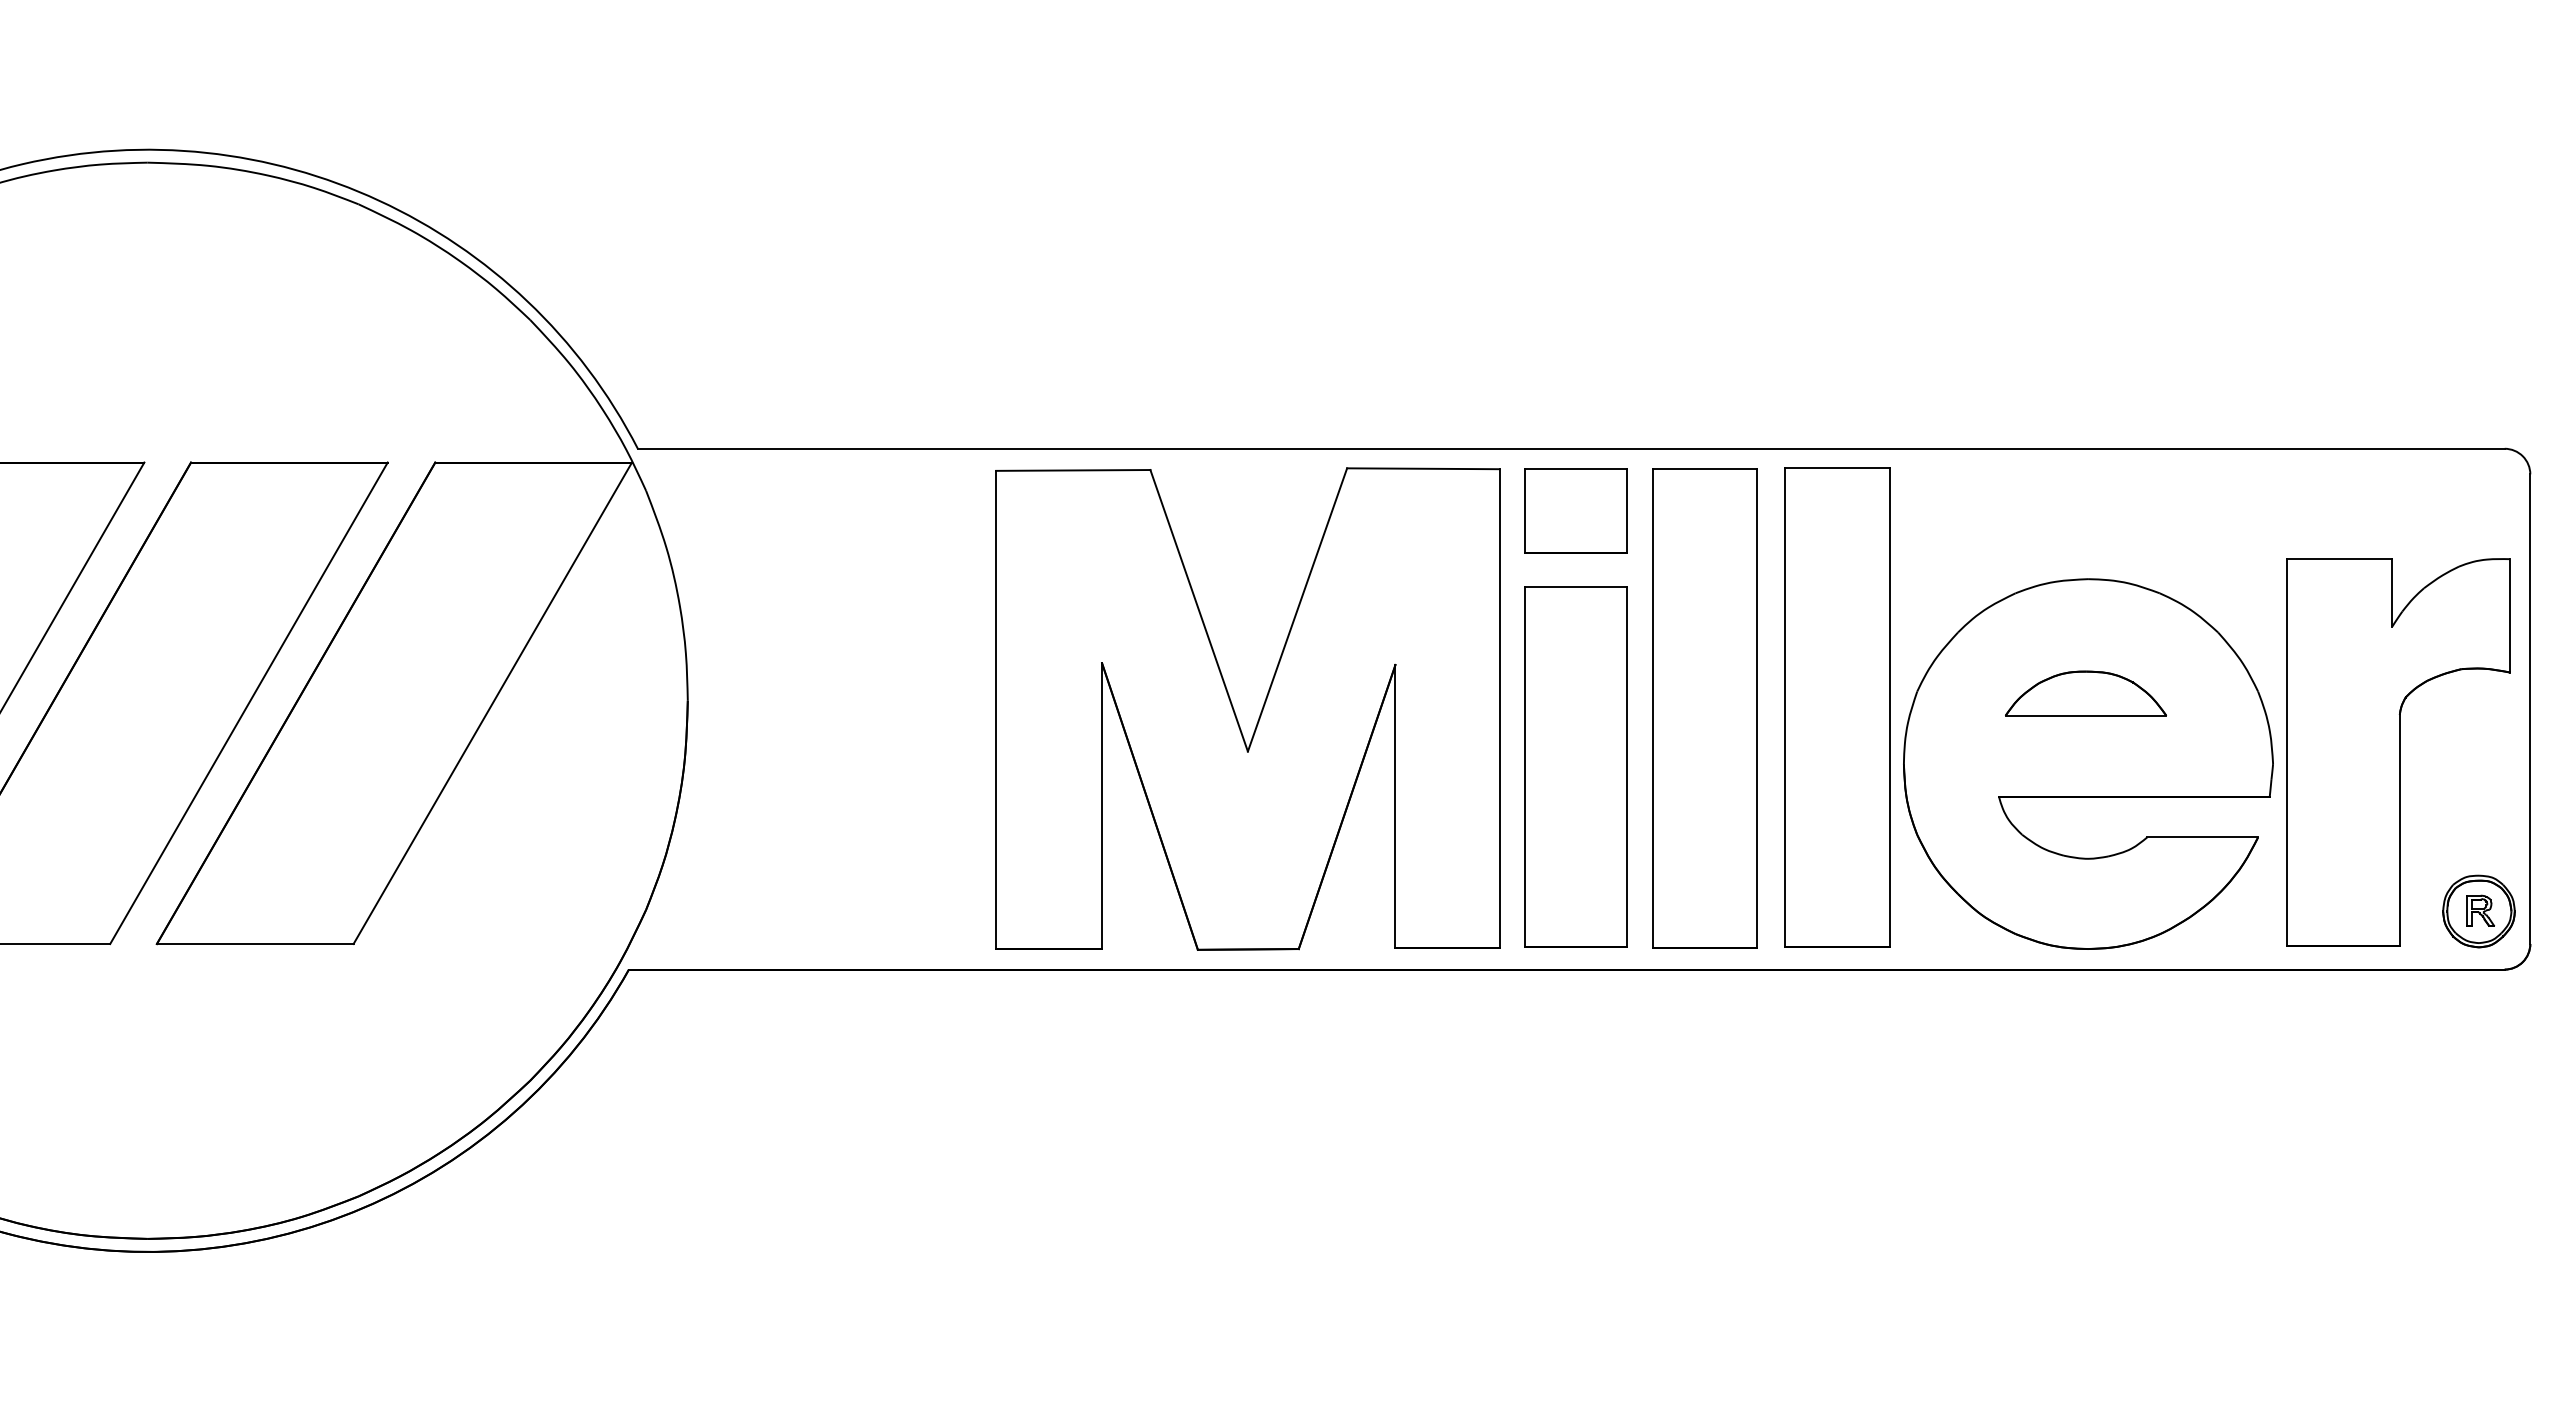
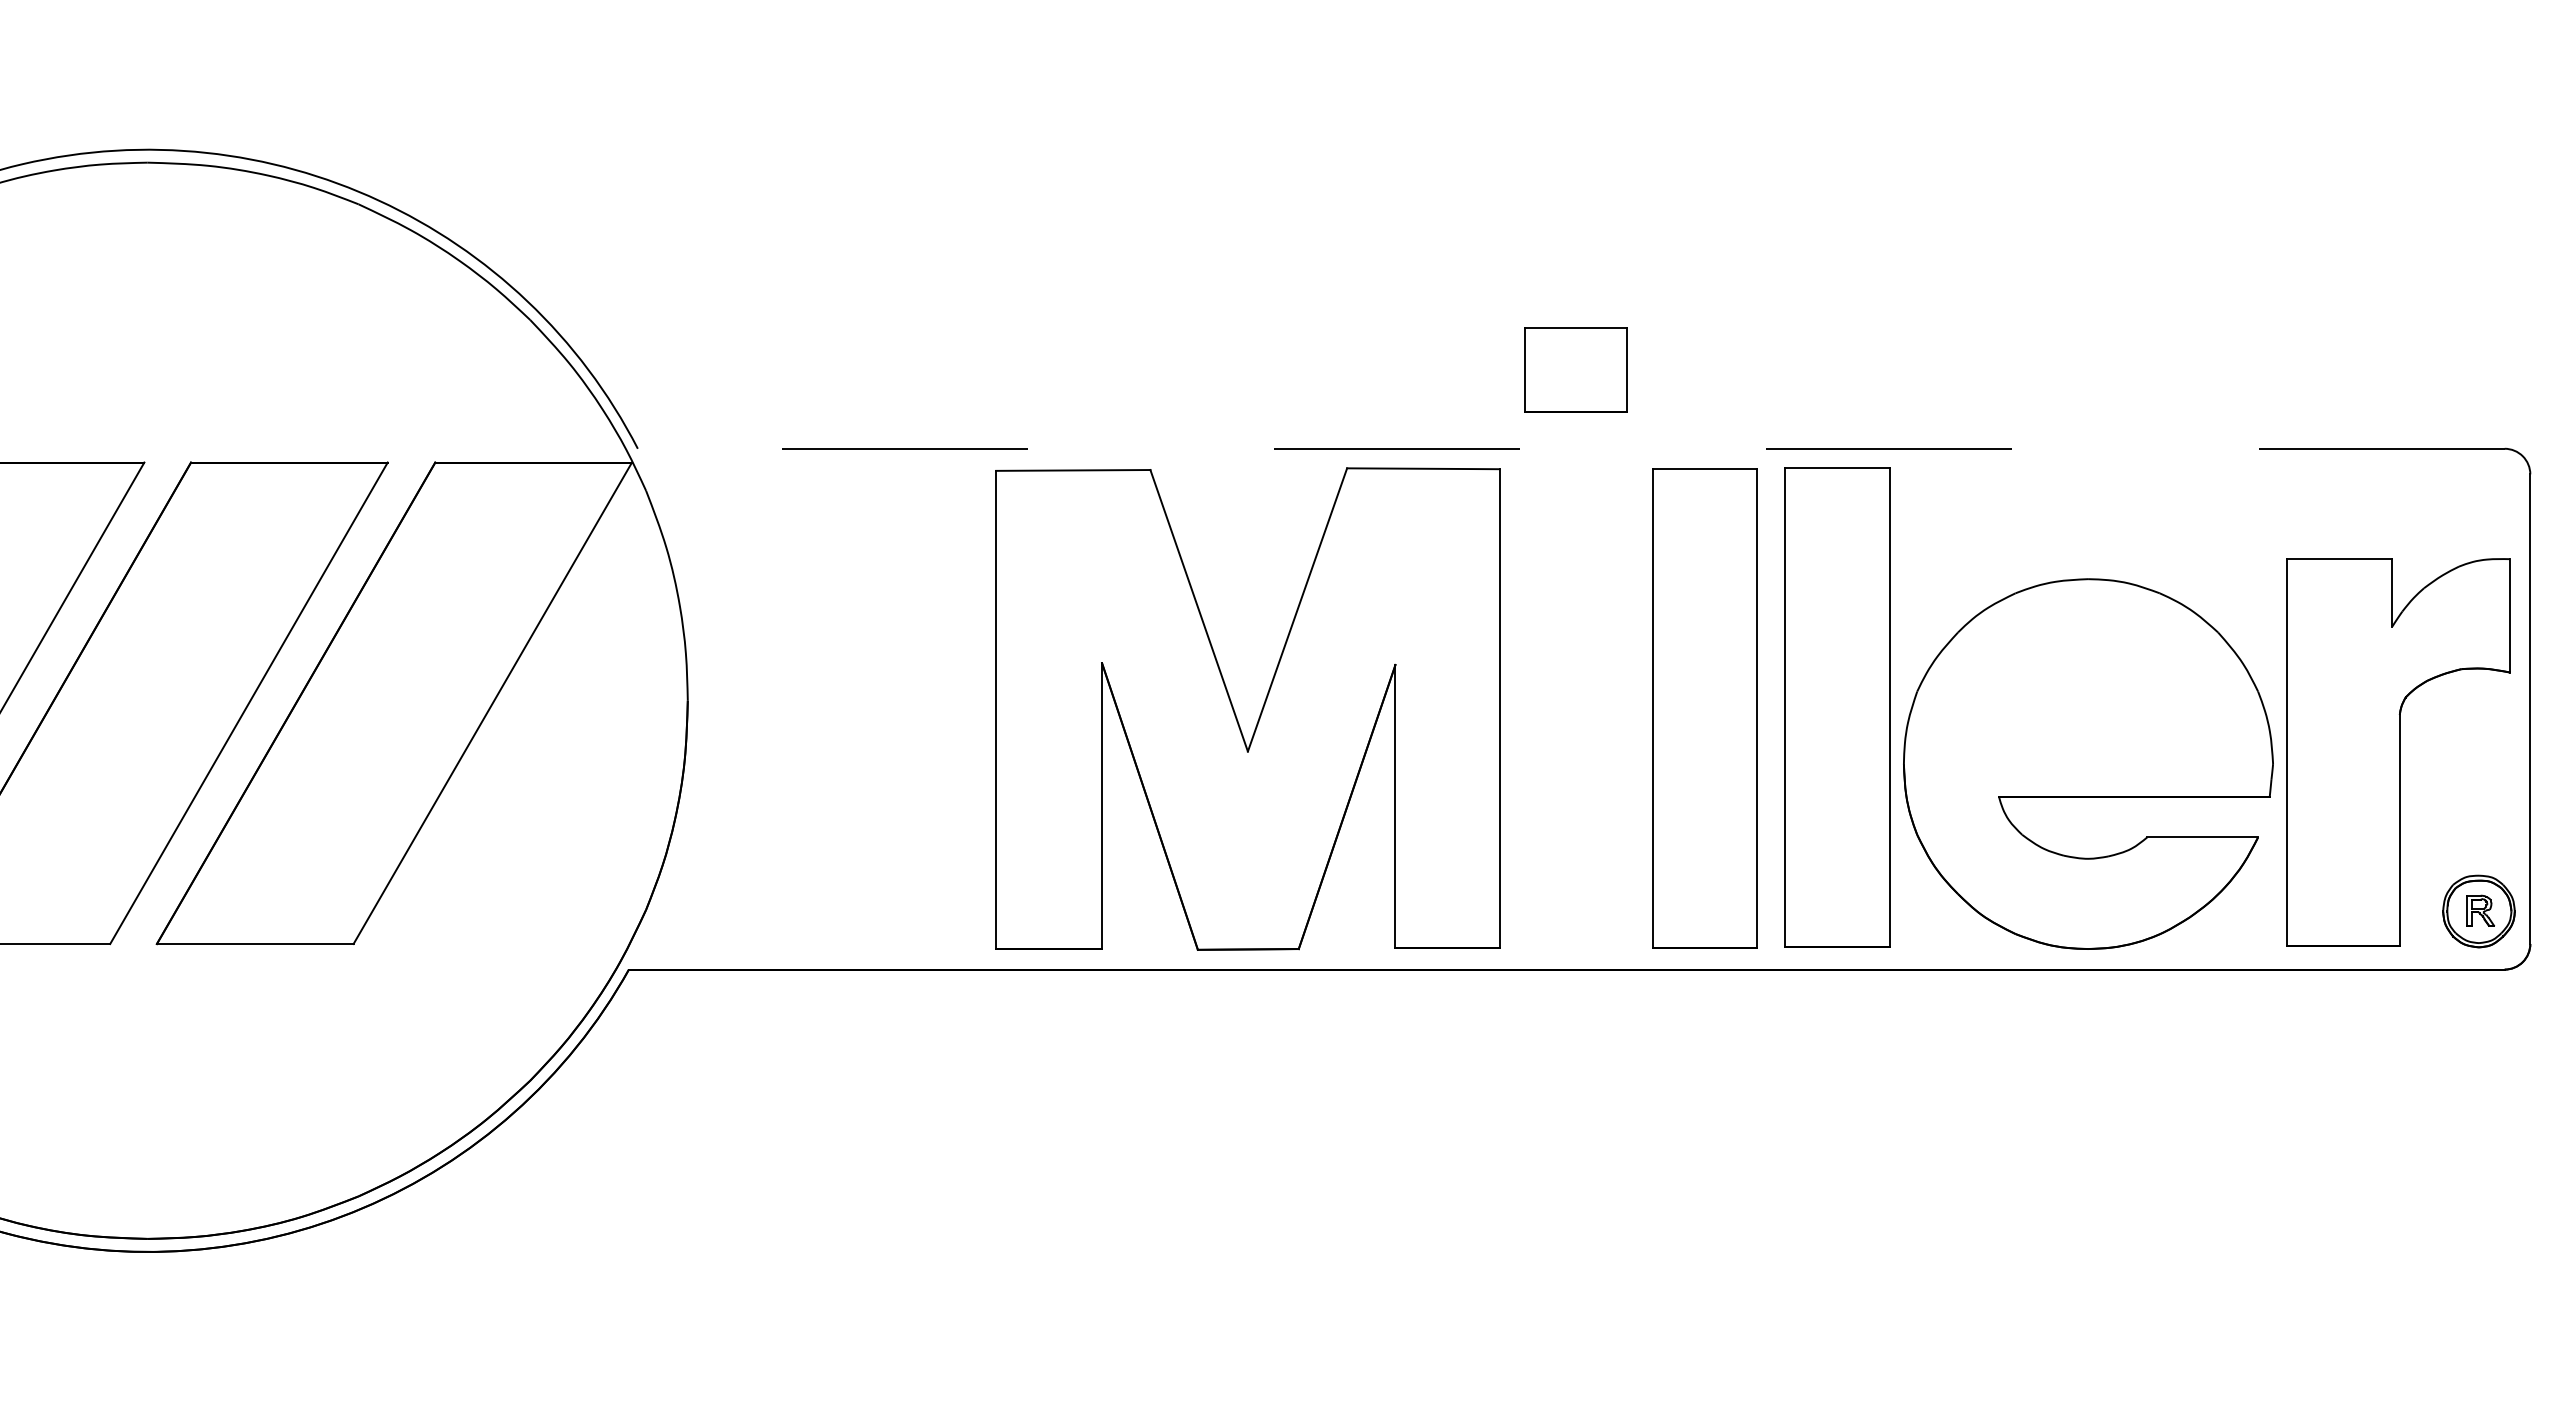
line at (1570, 448): solid -> dashed
part at (1575, 510) position: (1575, 510) -> (1575, 369)
part at (2085, 693): present -> none
part at (1575, 766): present -> none
